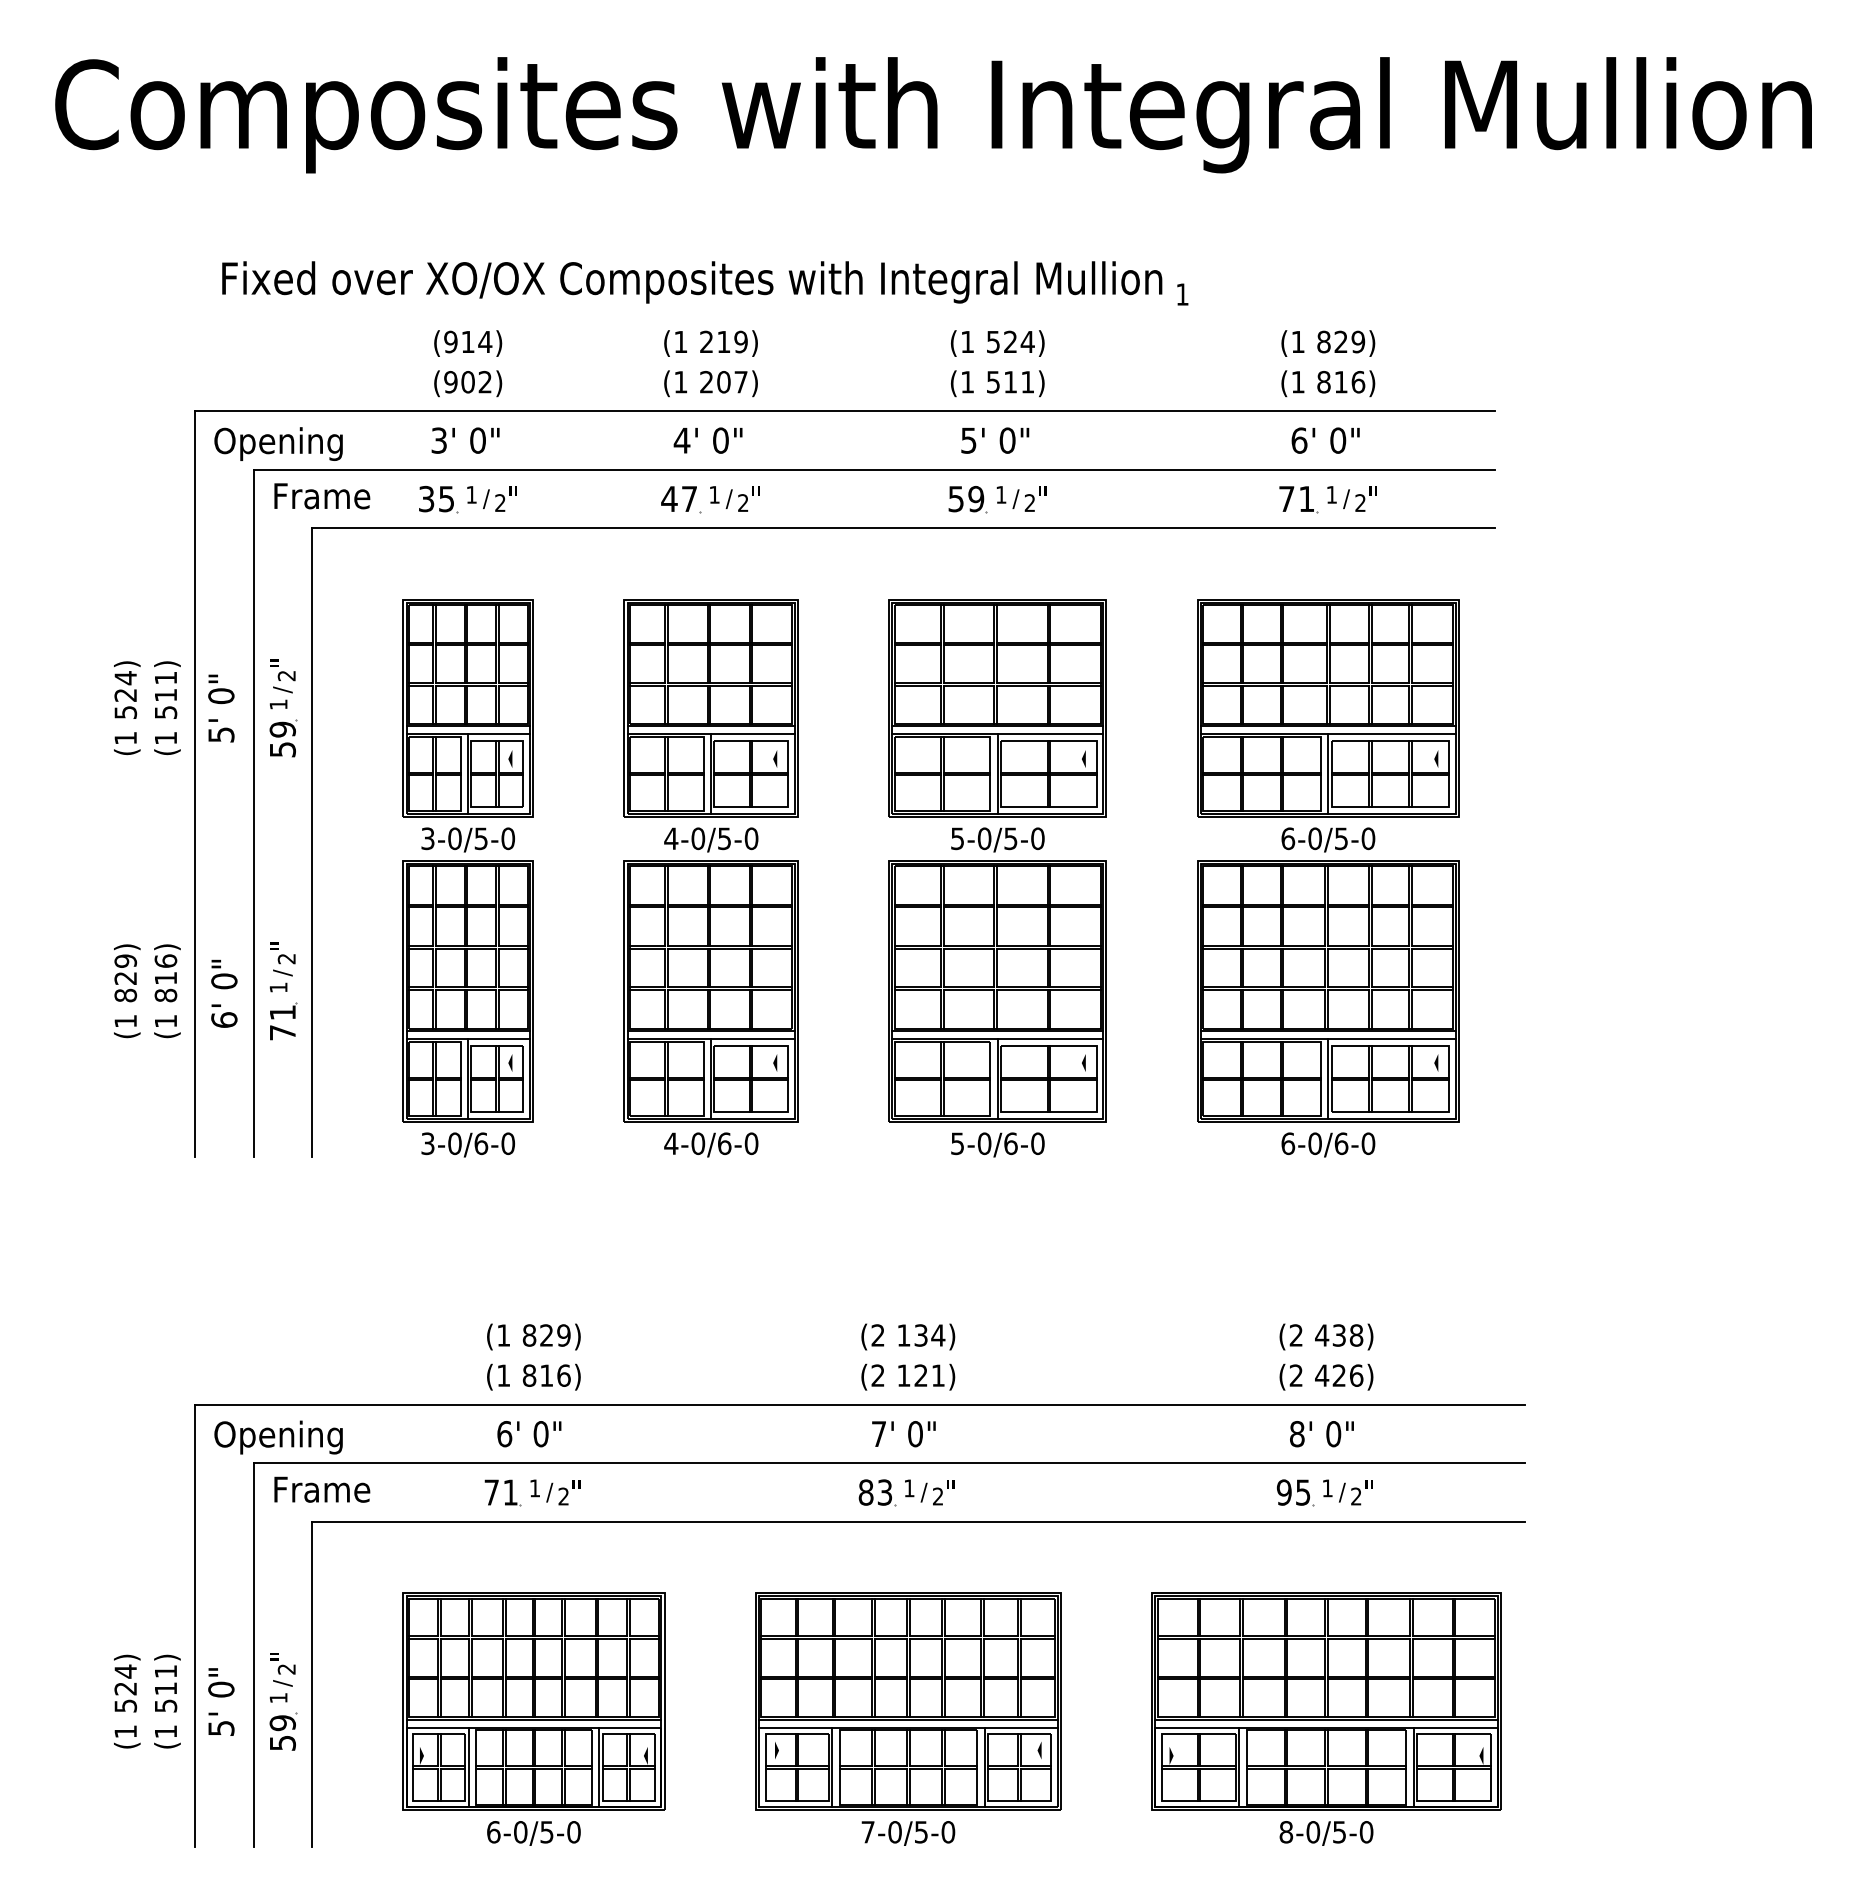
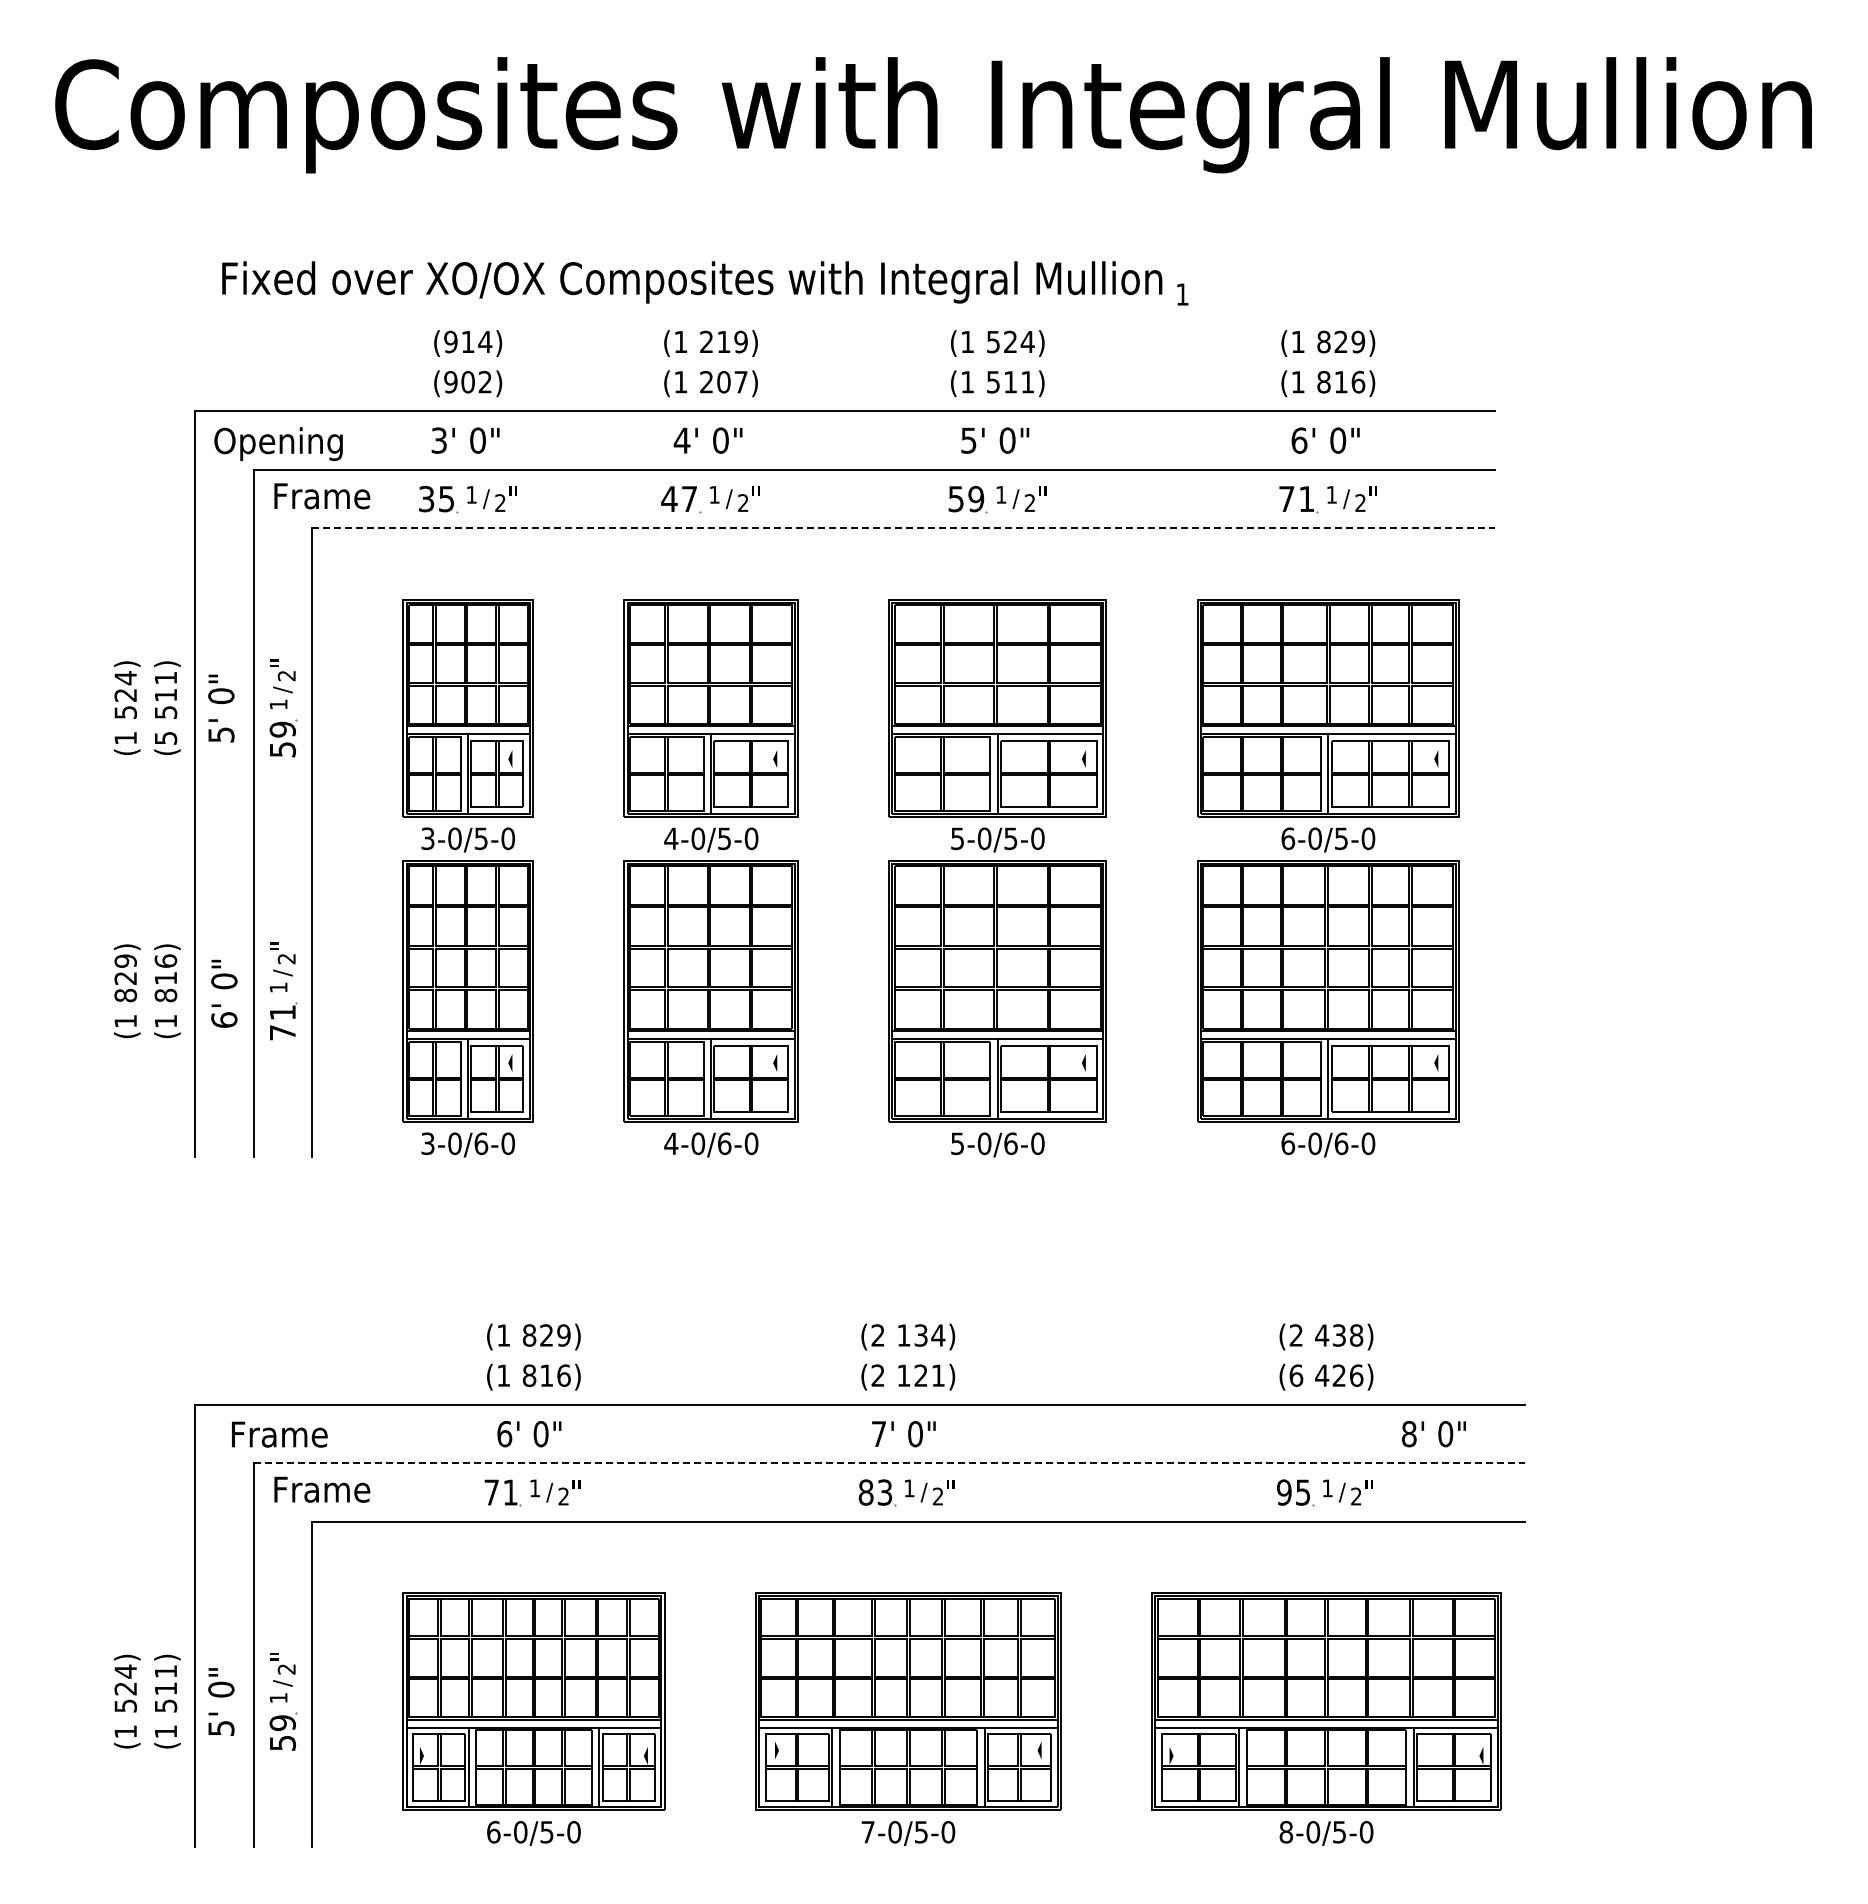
line at (903, 528): solid -> dashed
text at (166, 738): (1 -> (5
text at (1296, 1375): (2 -> (6
text at (1321, 1434) position: (1321, 1434) -> (1433, 1434)
text at (278, 1437): Opening -> Frame
line at (889, 1463): solid -> dashed
